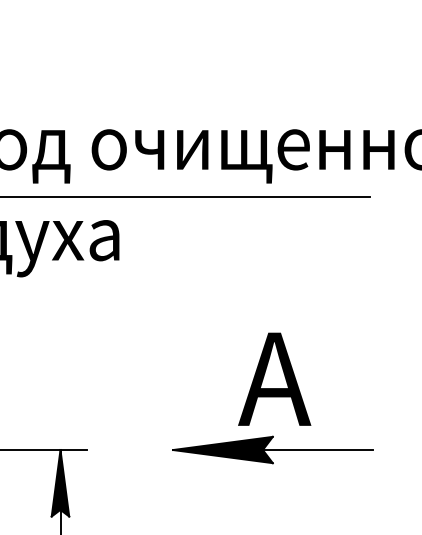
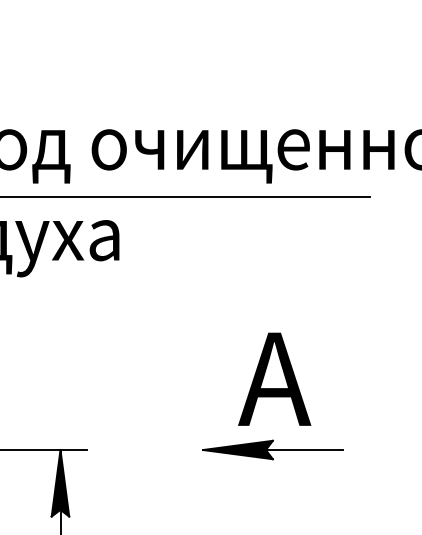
part at (272, 449) size: 202x30 px -> 142x22 px
